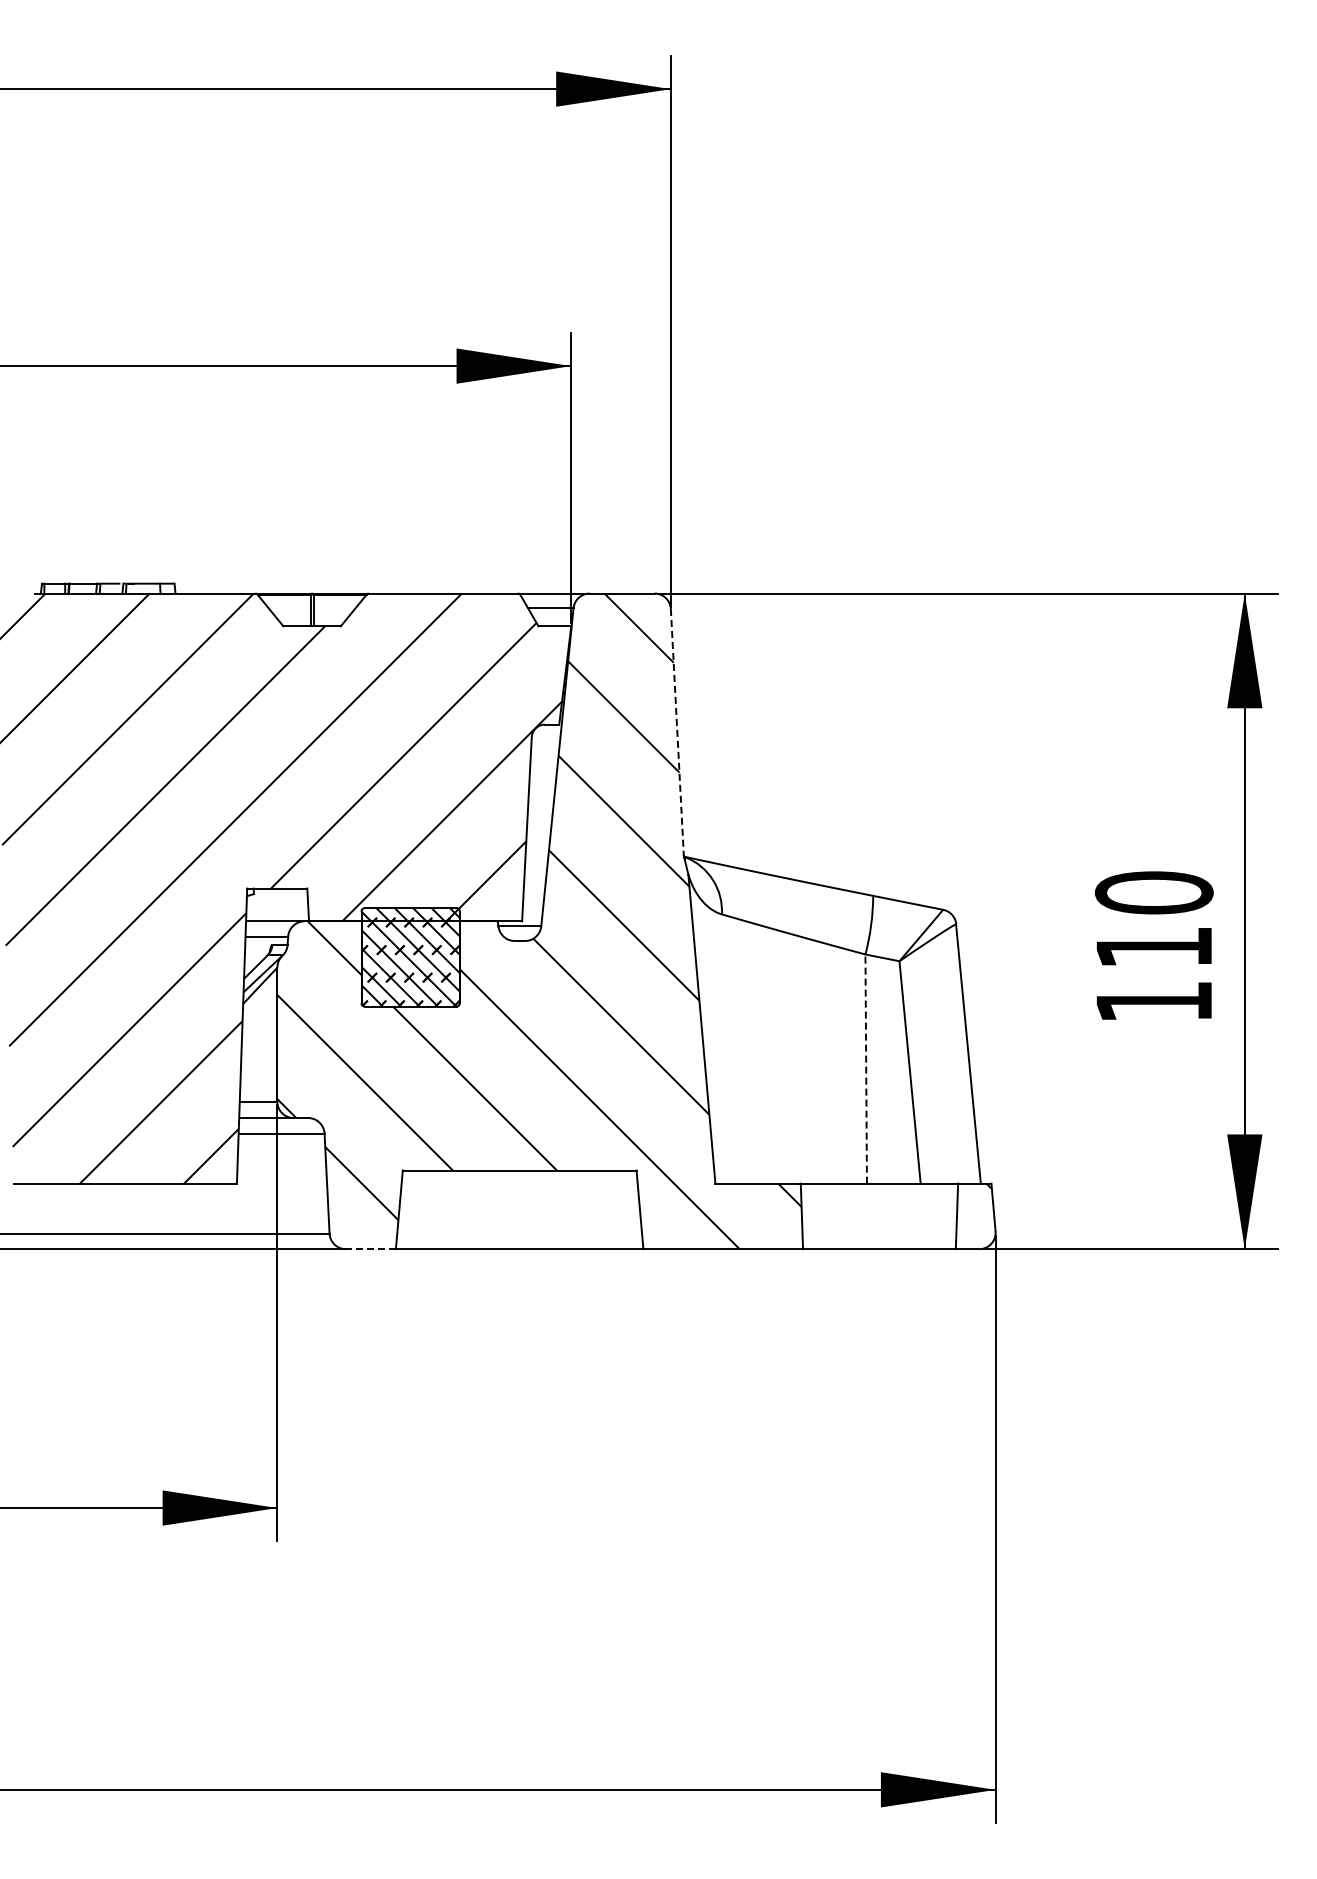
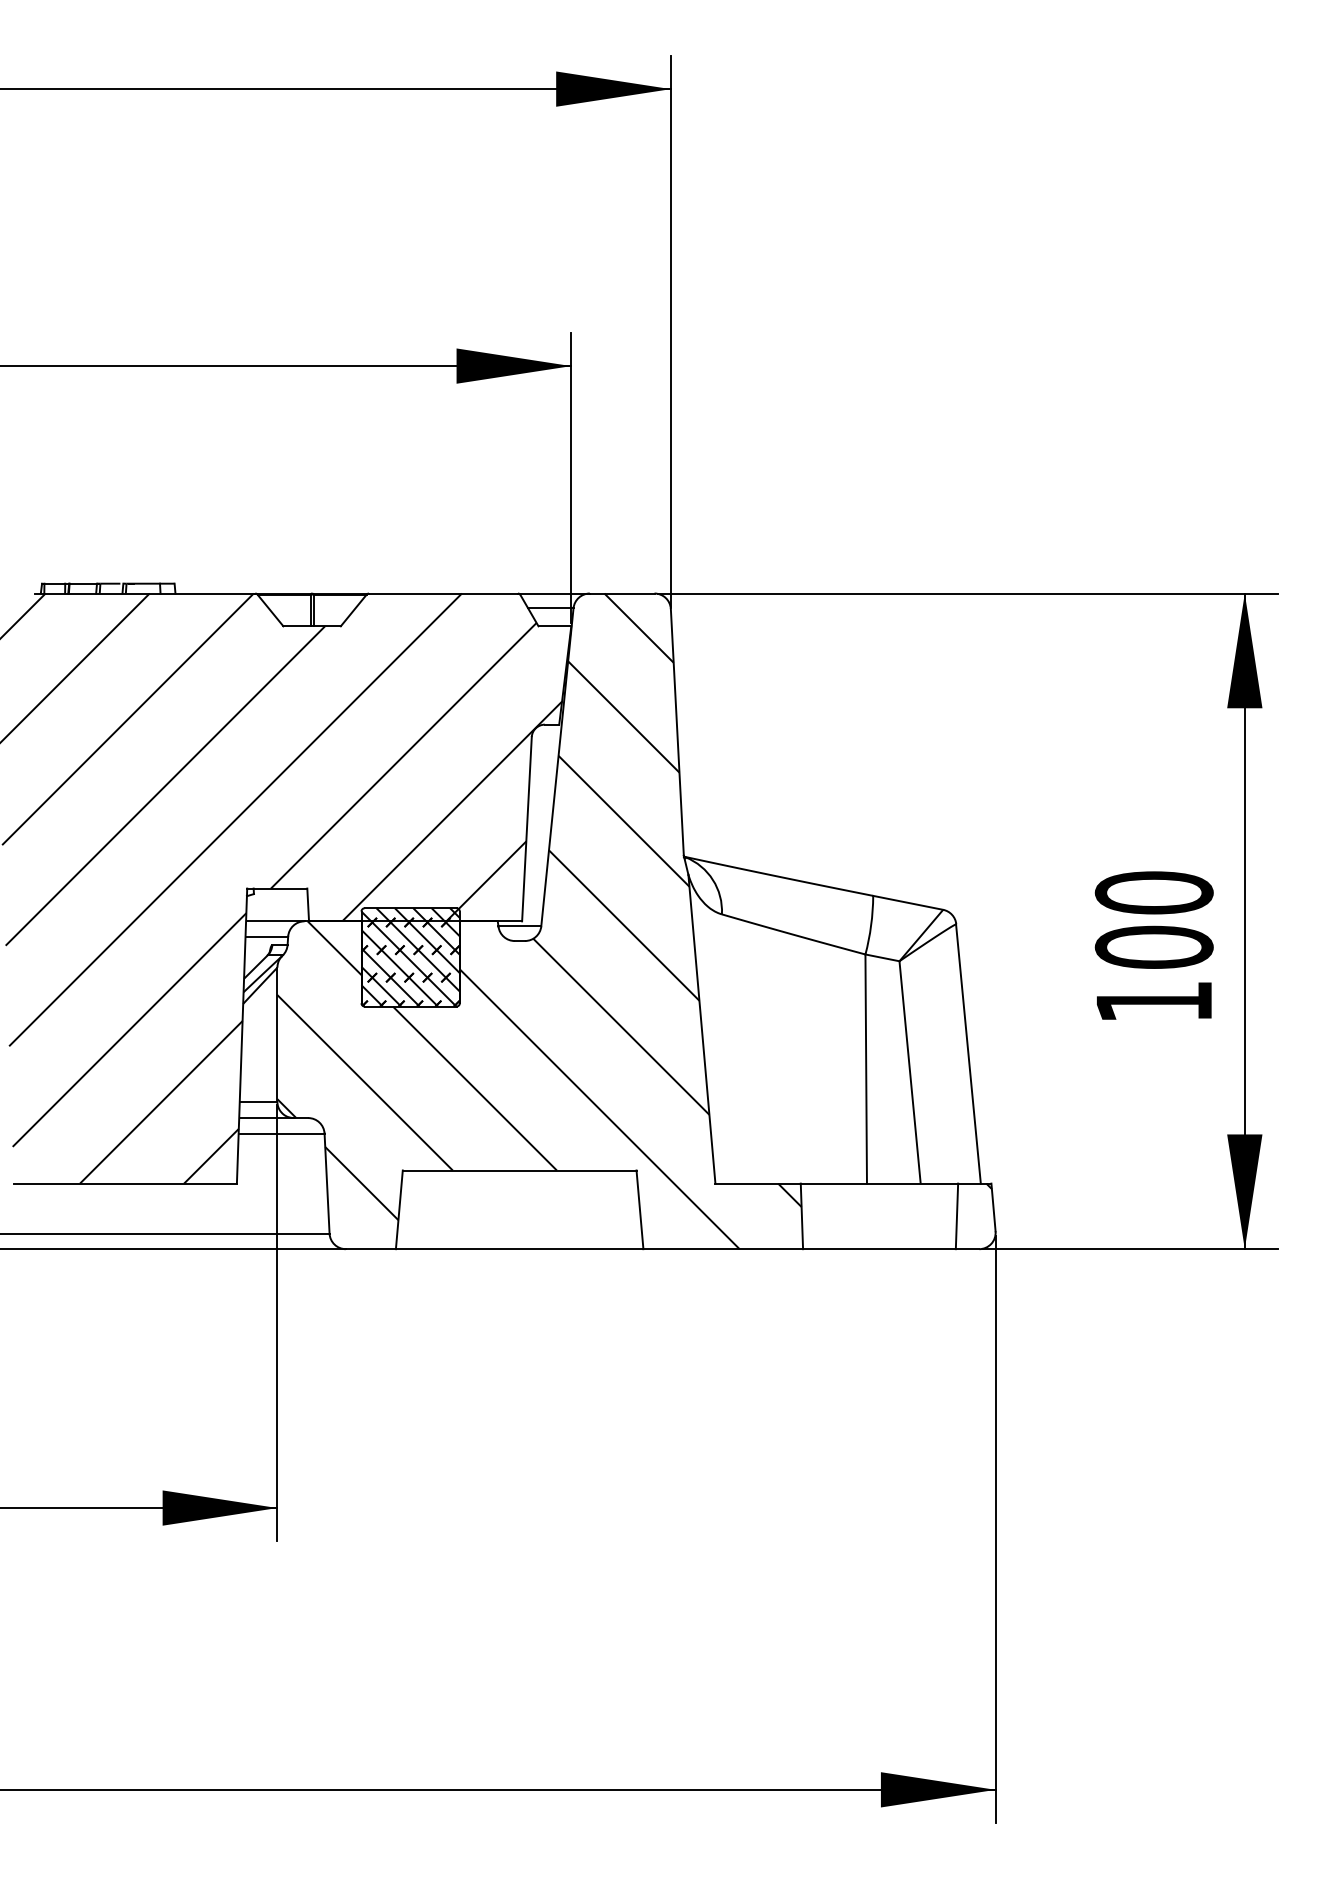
line at (677, 732): dashed -> solid
text at (1153, 946): 110 -> 100
line at (866, 1069): dashed -> solid
line at (370, 1249): dashed -> solid
